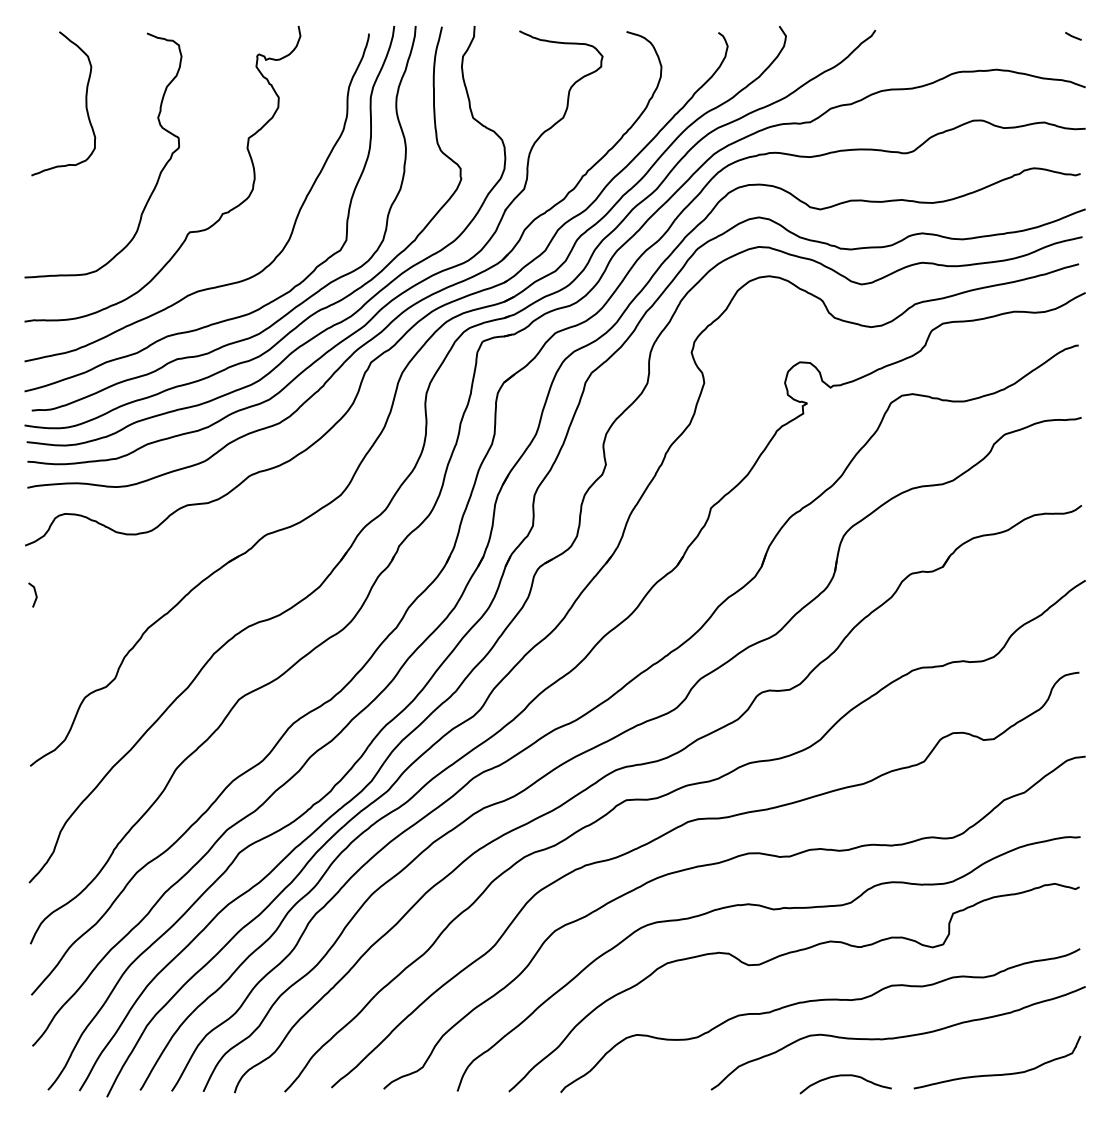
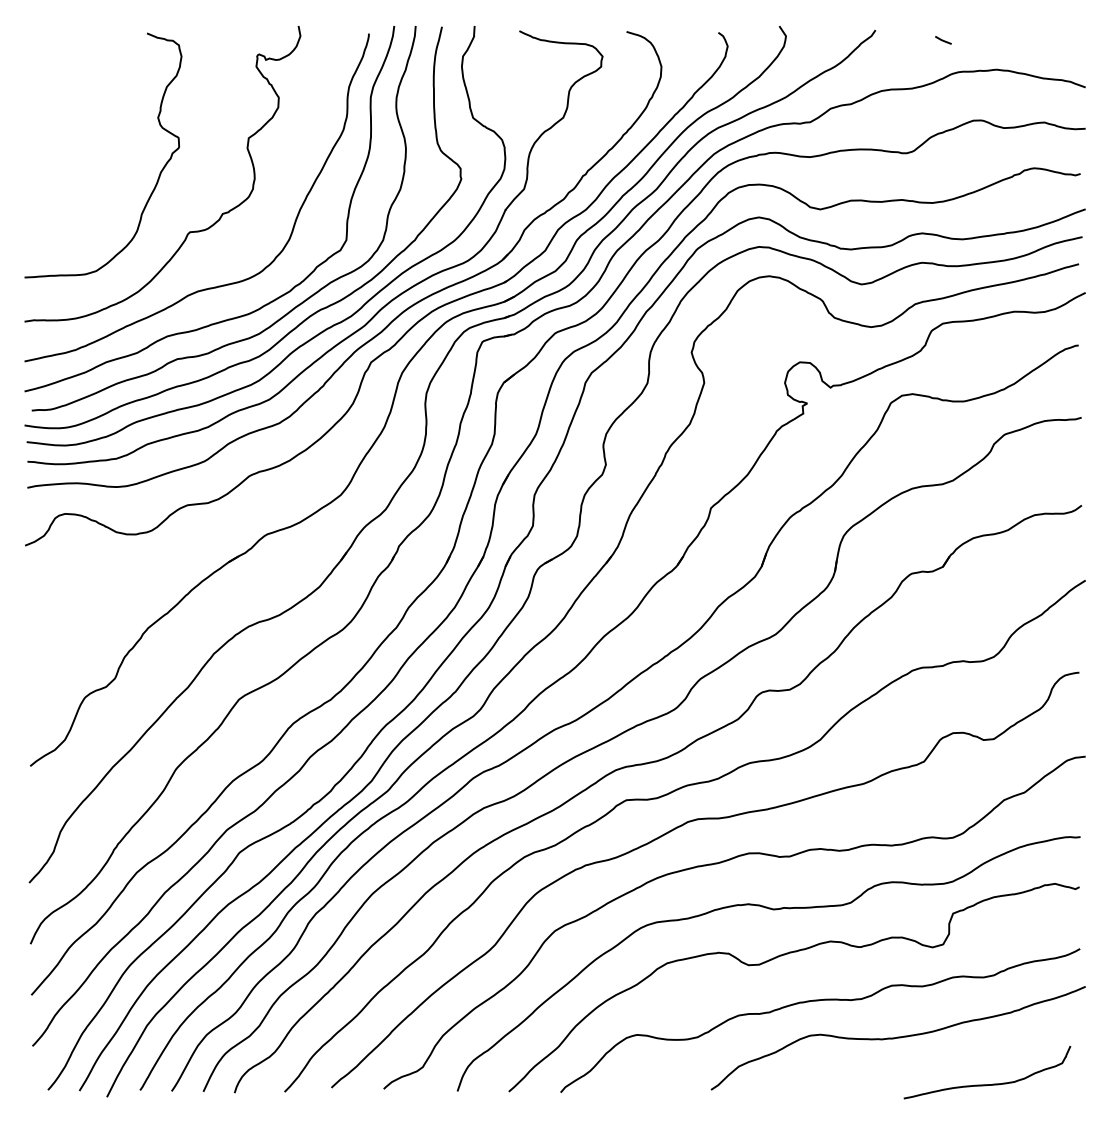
line at (1073, 36) position: (1073, 36) -> (943, 40)
curve at (85, 103): present -> none
line at (34, 593): present -> none
curve at (997, 1074) position: (997, 1074) -> (987, 1084)
curve at (845, 1076): present -> none
